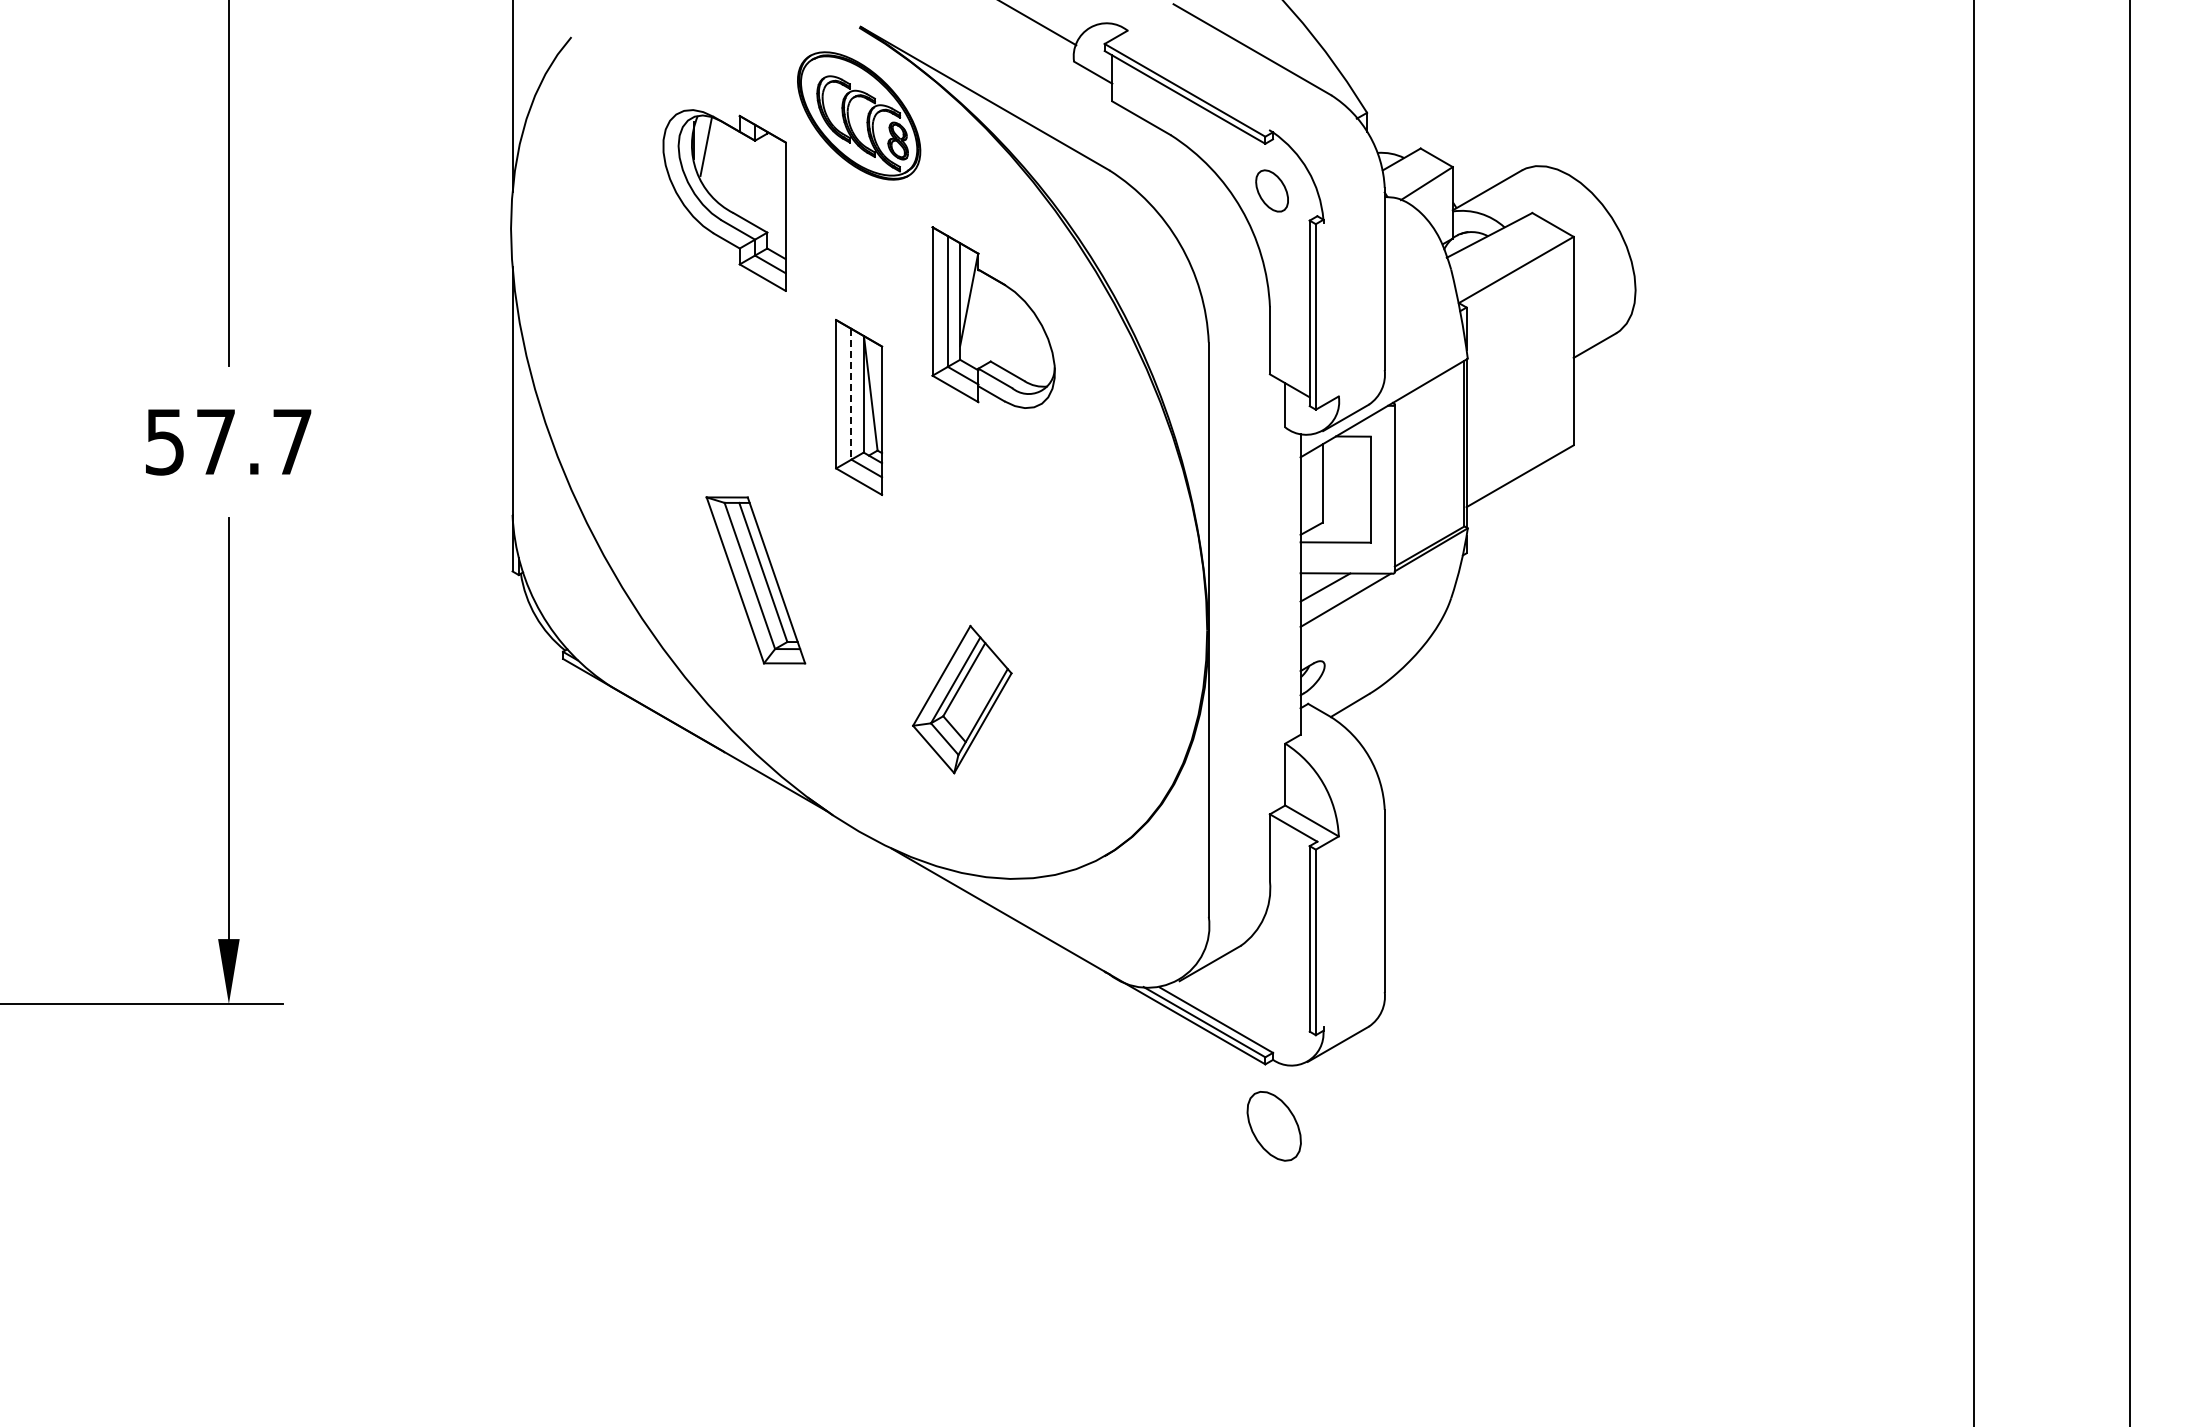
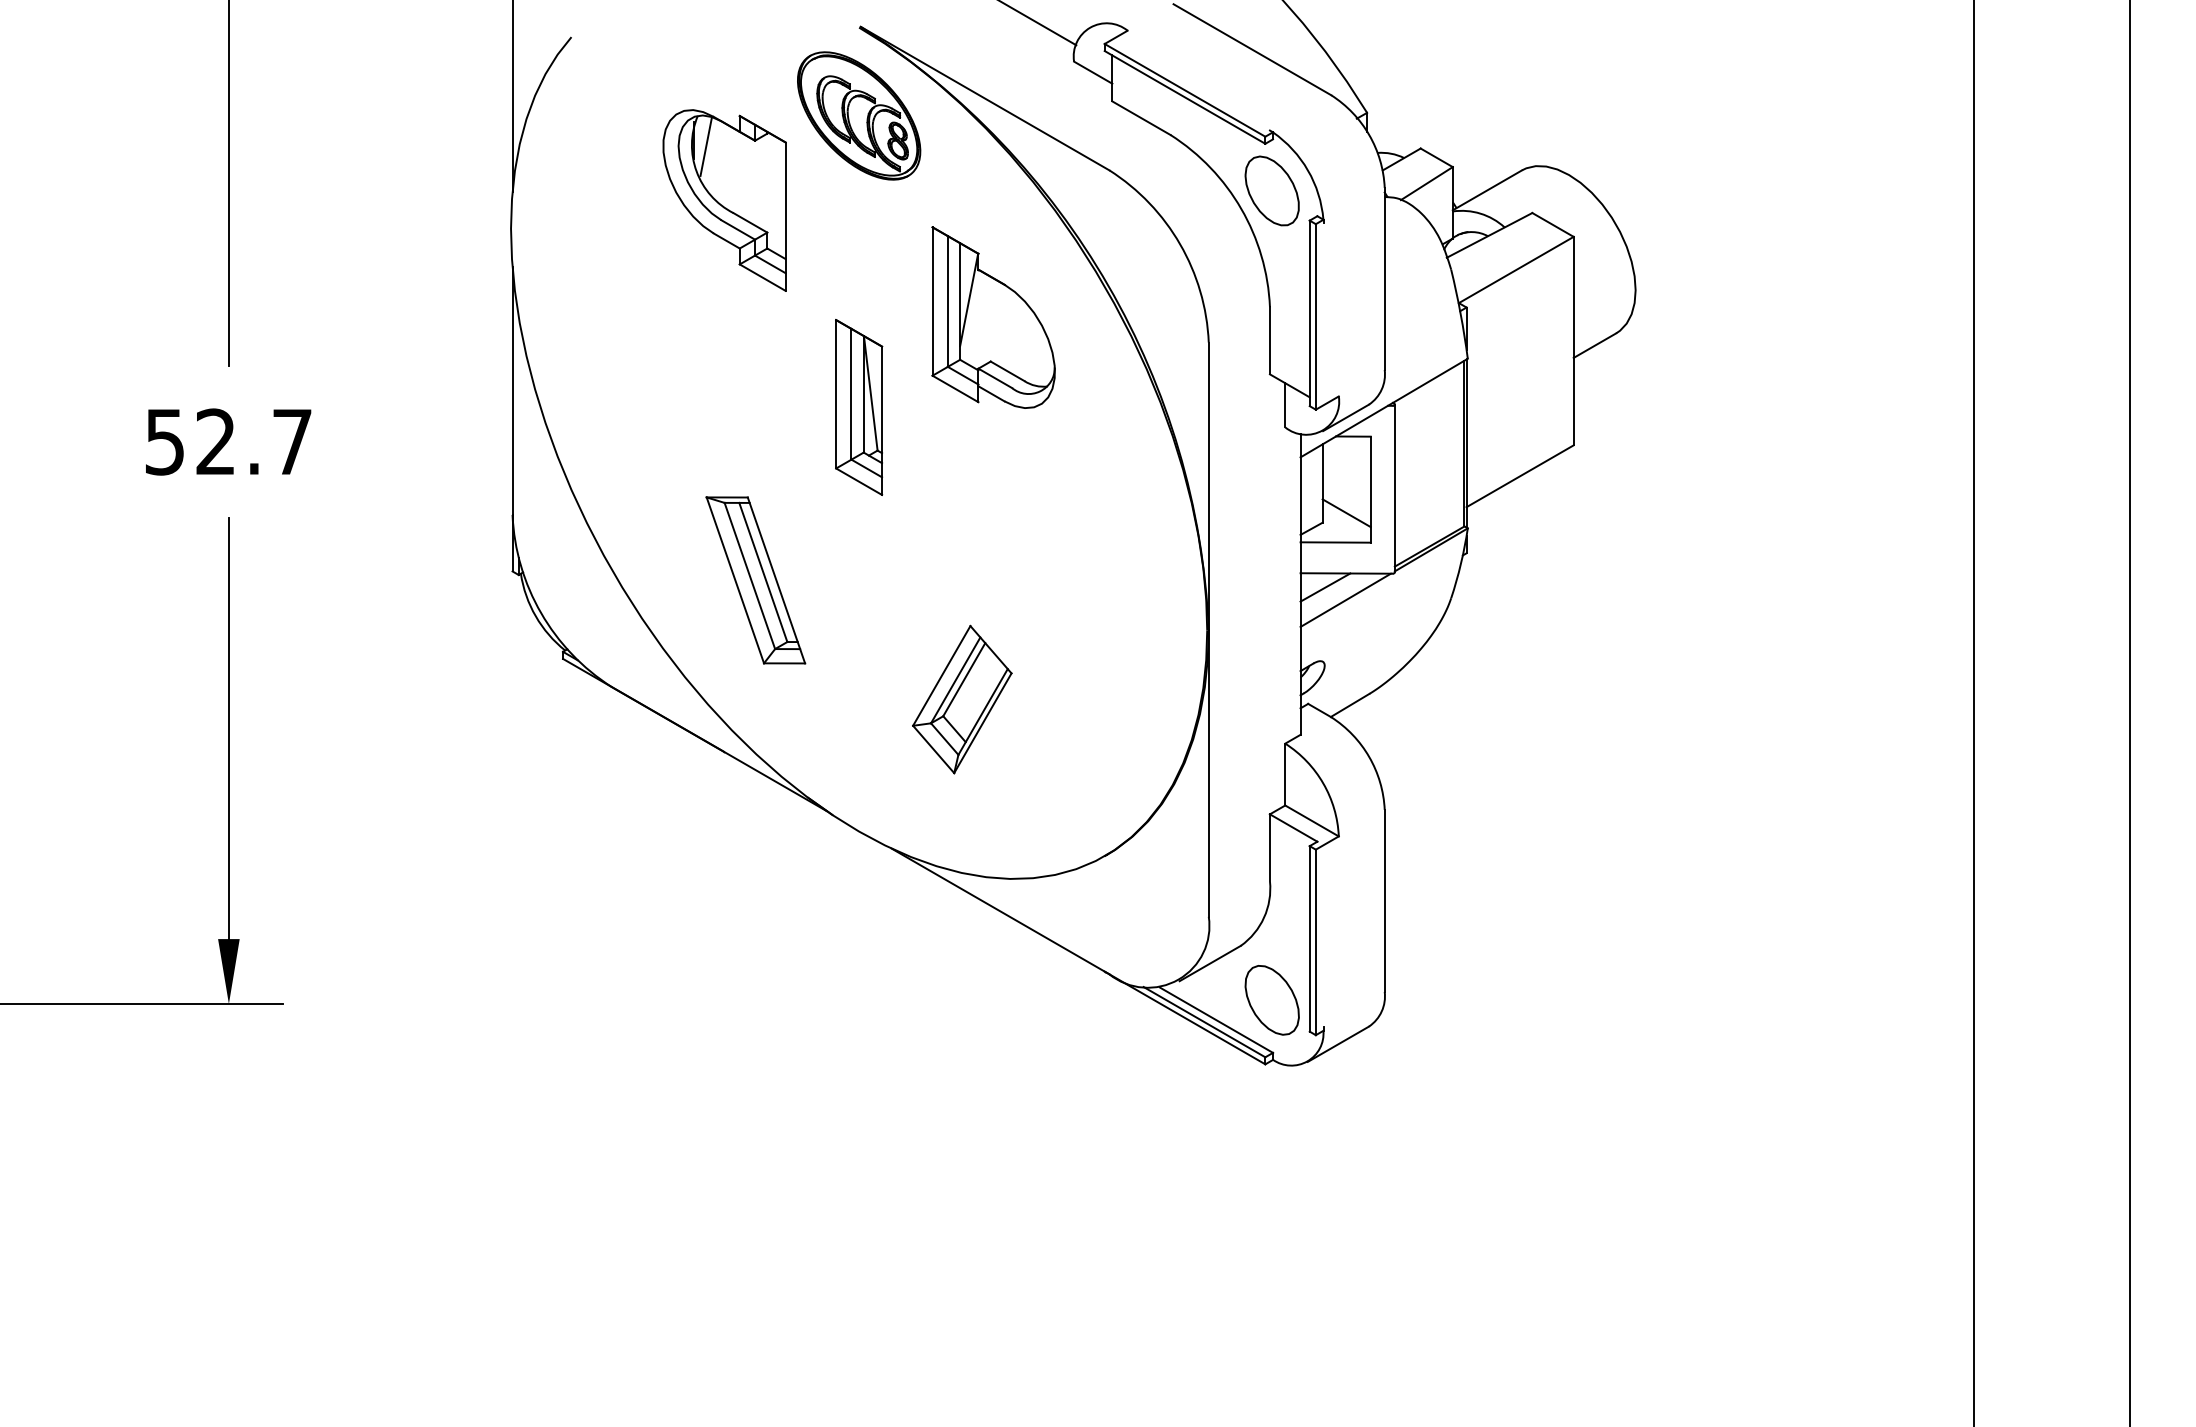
part at (1271, 190) size: 34x44 px -> 56x72 px
line at (851, 394): dashed -> solid
text at (215, 441): 57.7 -> 52.7
line at (1346, 513): none -> present
part at (1273, 1126) position: (1273, 1126) -> (1271, 1000)
